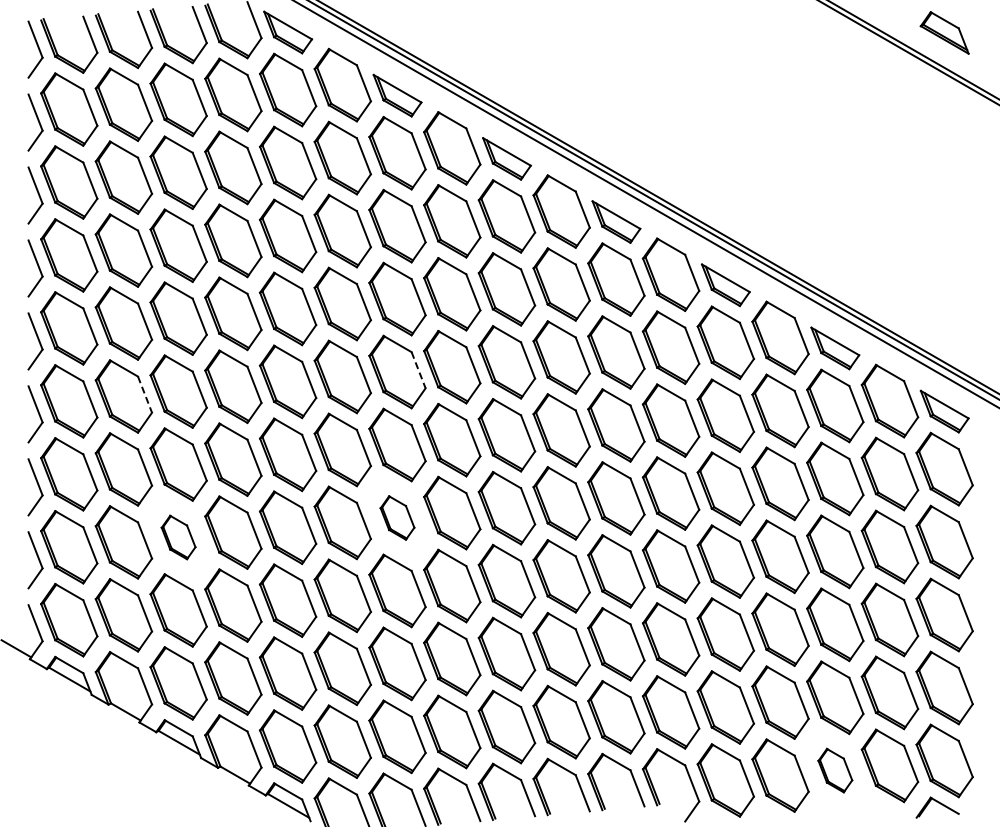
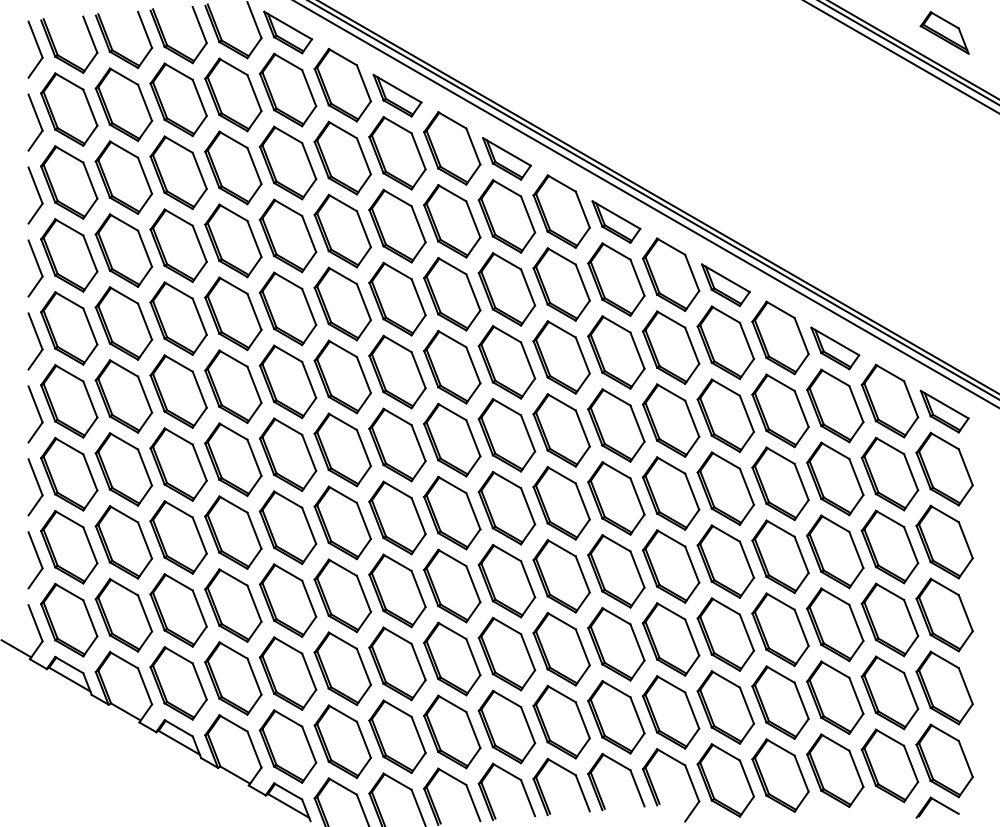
line at (901, 56): none -> present
line at (418, 370): dashed -> solid
line at (145, 395): dashed -> solid
part at (397, 517) size: 37x46 px -> 59x76 px
part at (178, 537) size: 37x47 px -> 59x75 px
part at (835, 770) size: 37x47 px -> 59x75 px
